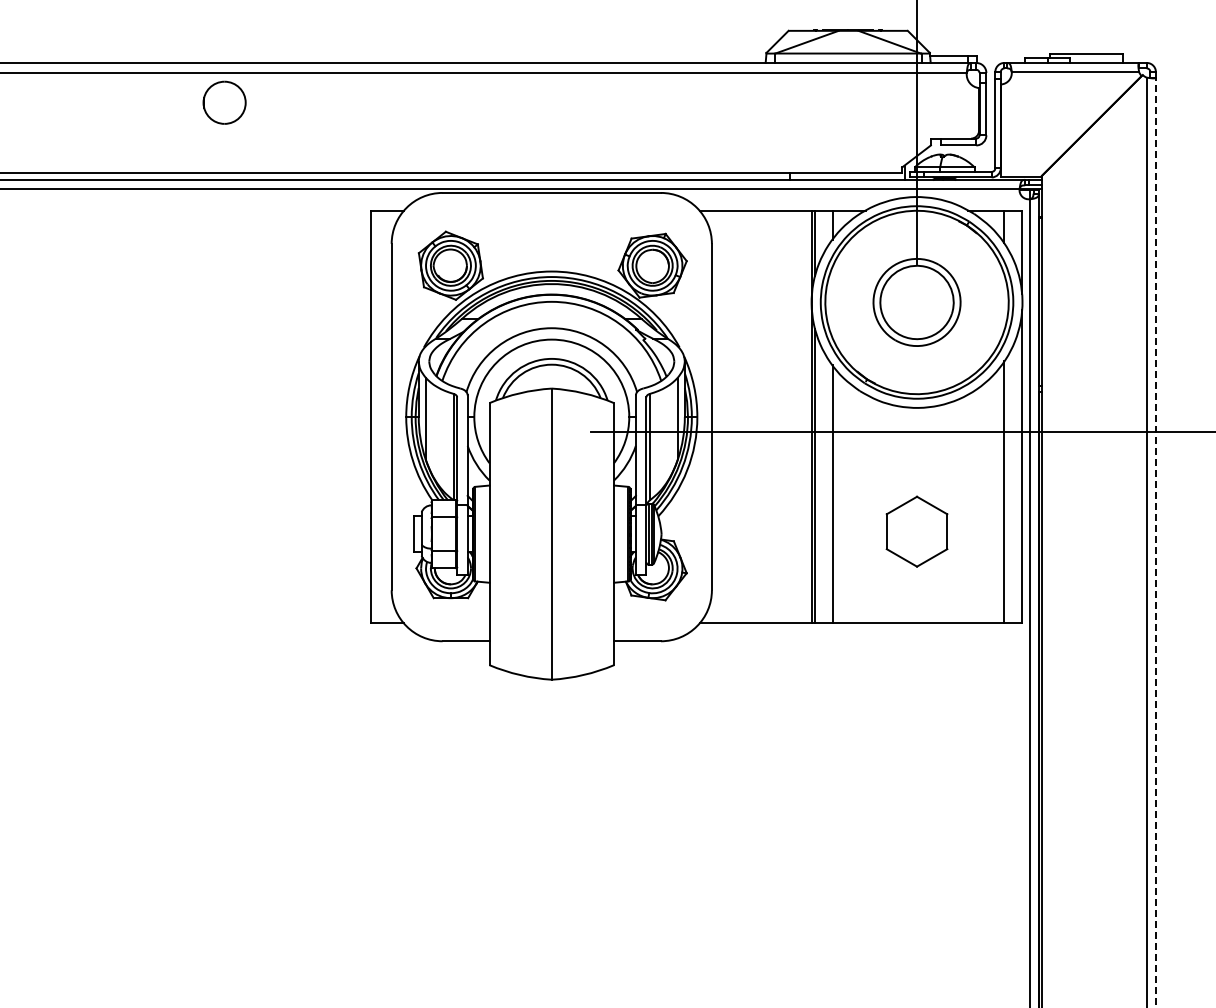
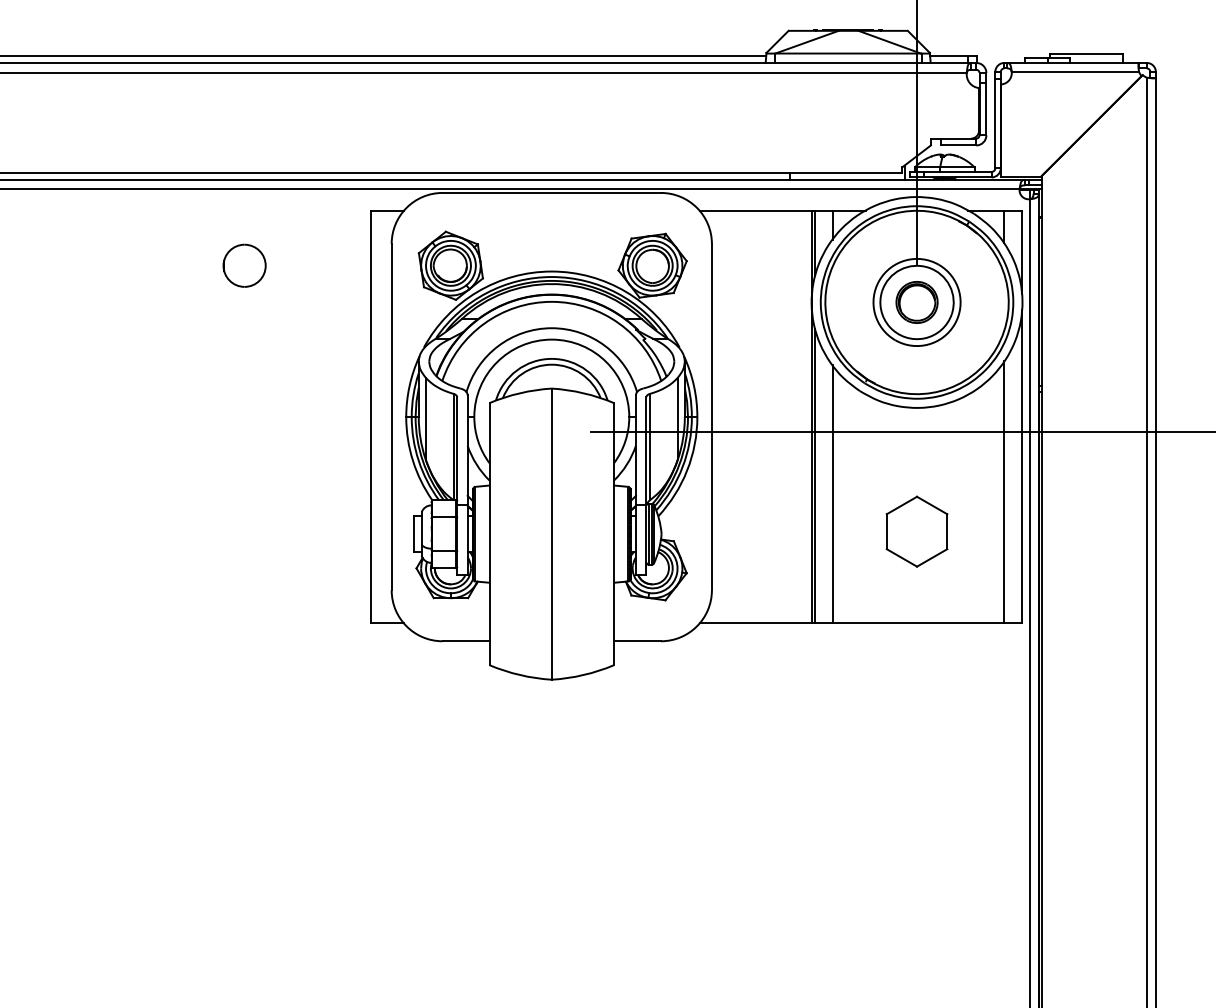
line at (384, 56): none -> present
part at (224, 102) position: (224, 102) -> (244, 265)
part at (916, 302): none -> present
line at (1155, 542): dashed -> solid
